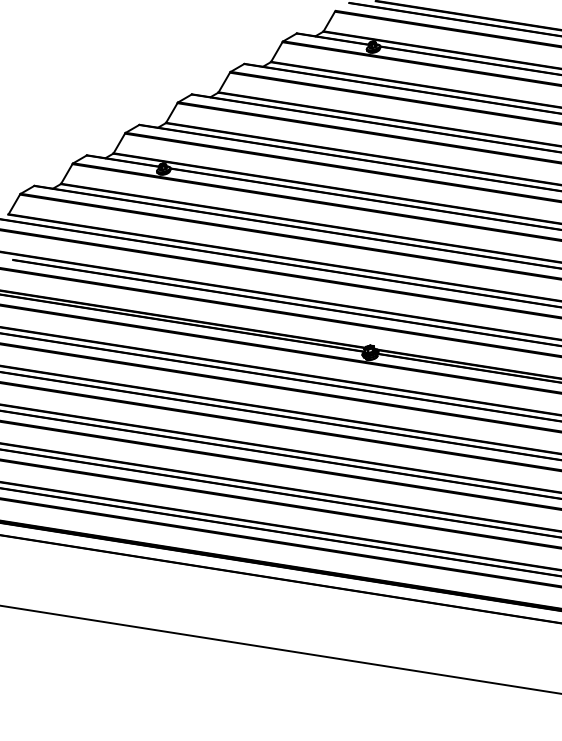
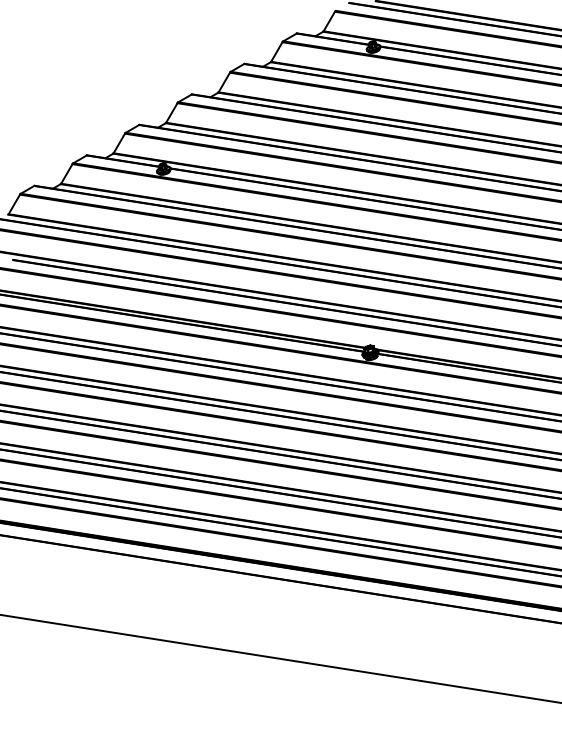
line at (280, 649) position: (280, 649) -> (280, 658)
